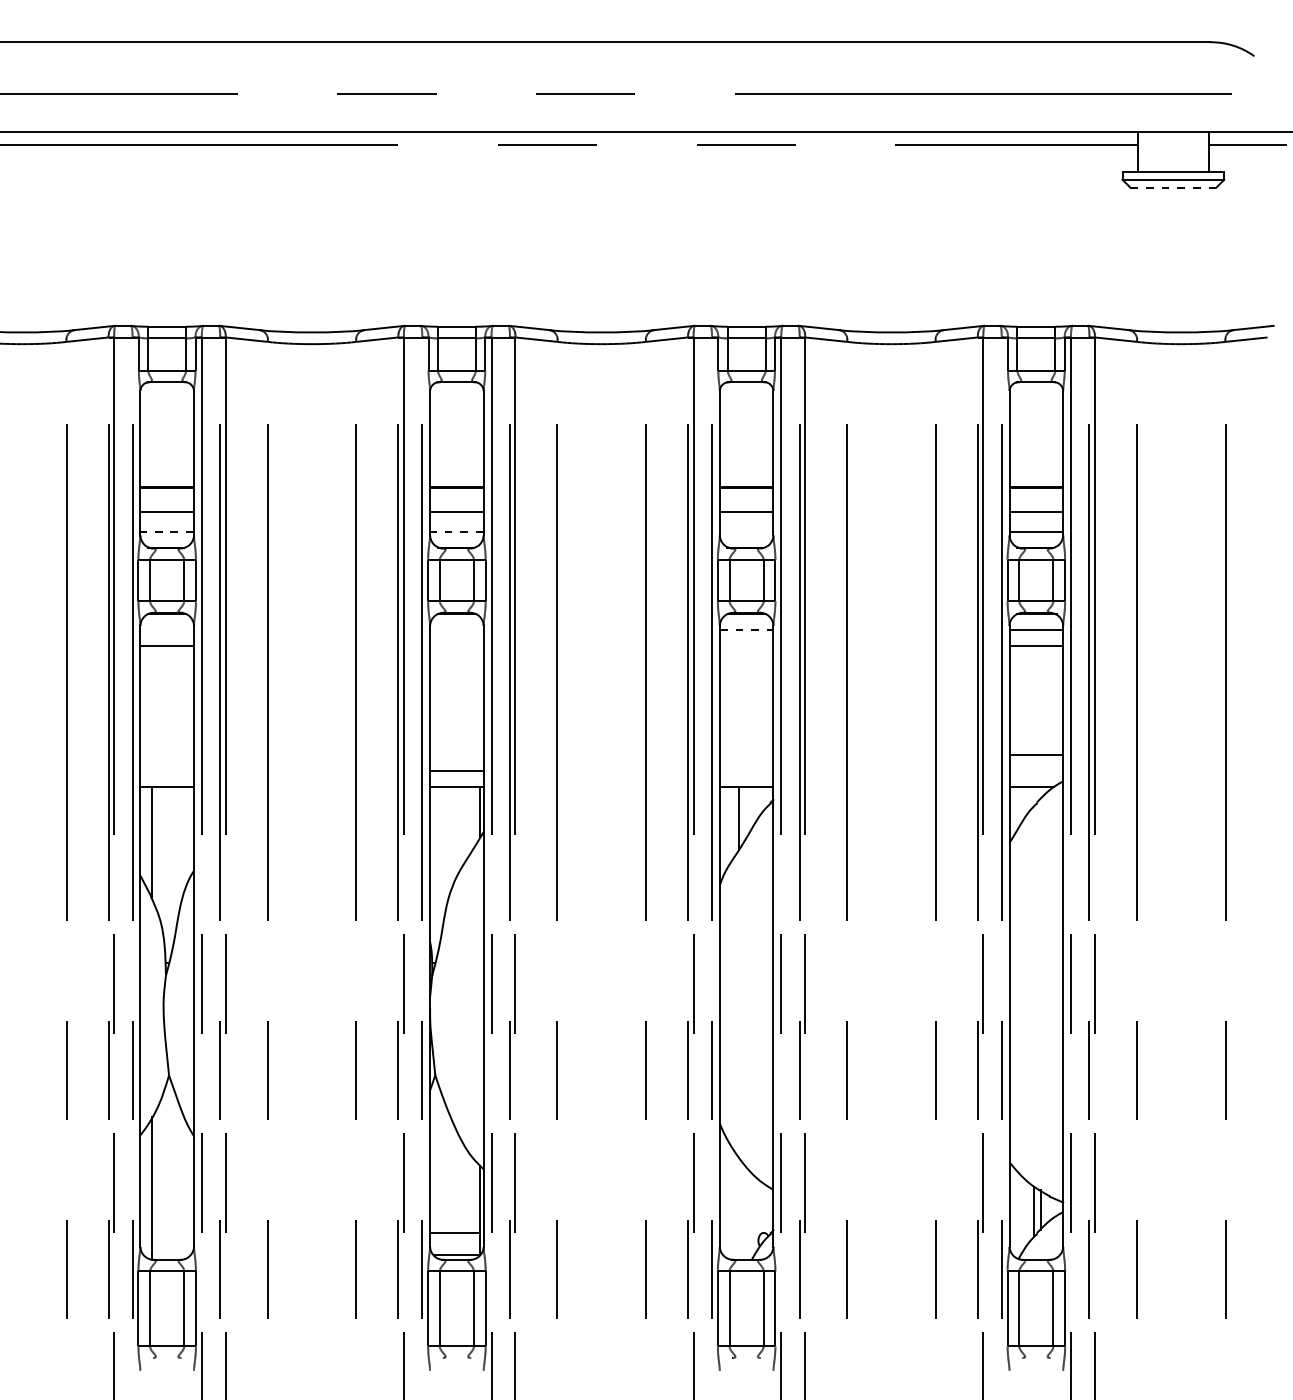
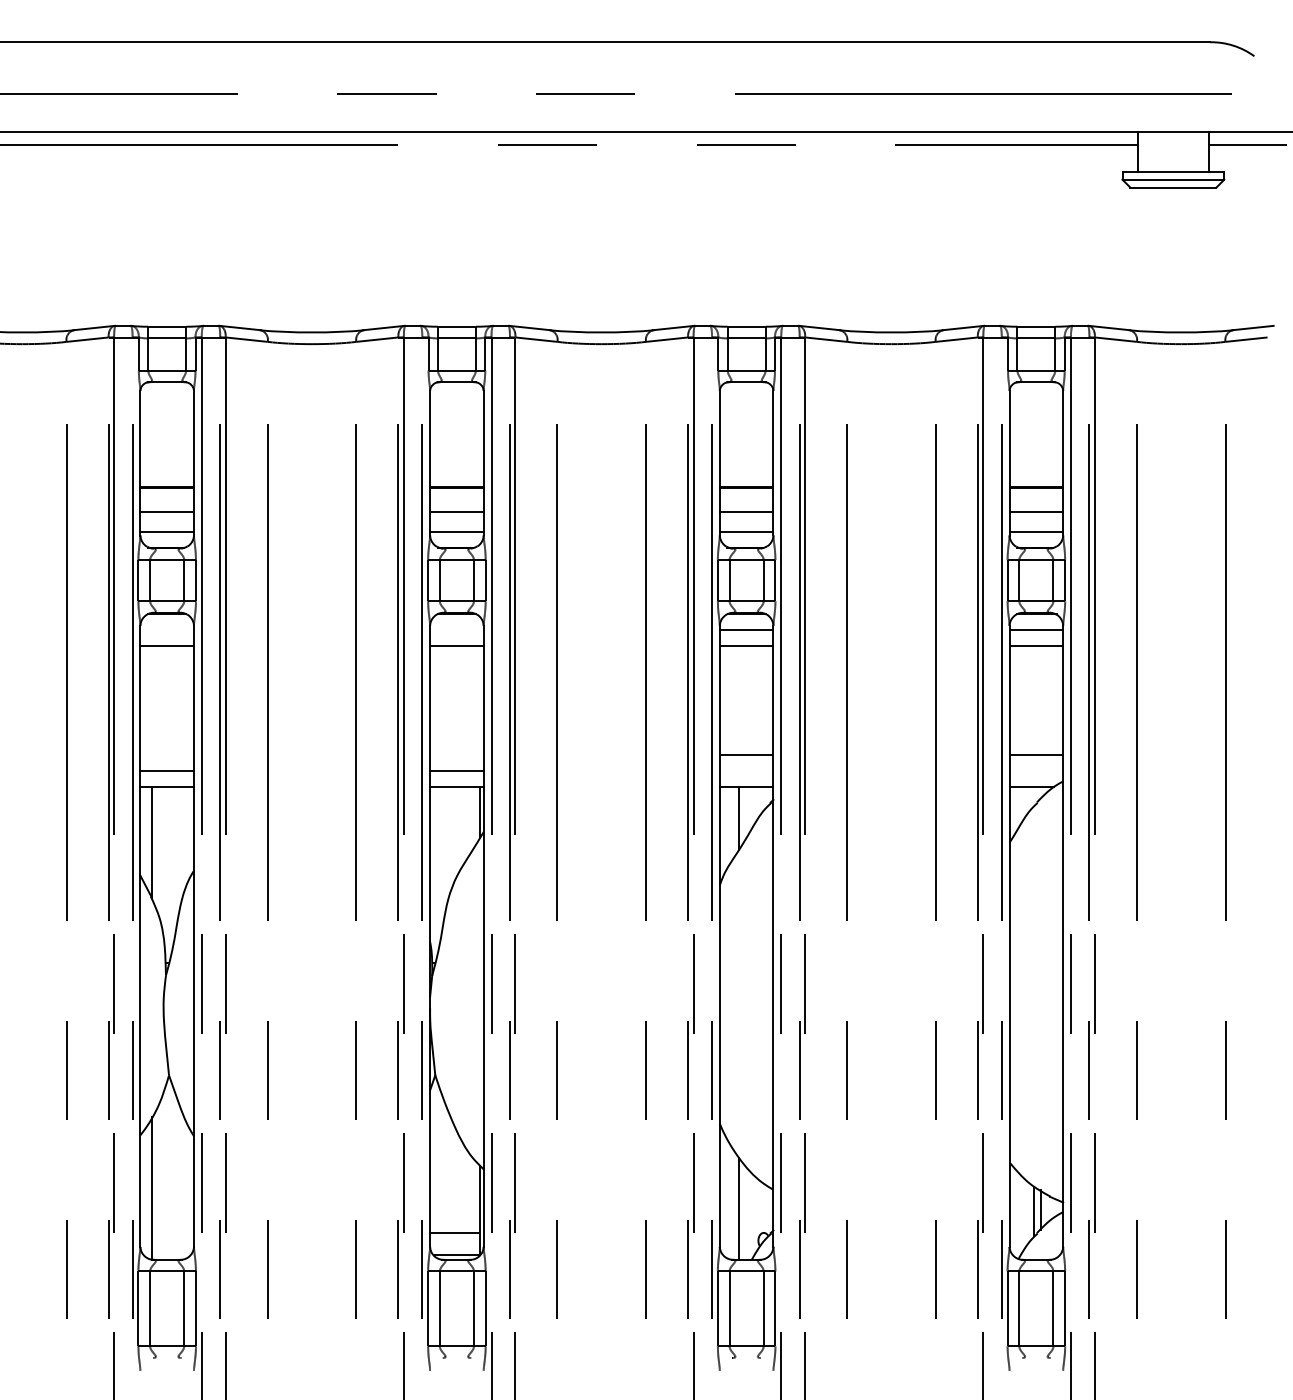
line at (1172, 187): dashed -> solid
line at (167, 532): dashed -> solid
line at (456, 532): dashed -> solid
line at (746, 532): none -> present
line at (746, 629): dashed -> solid
line at (456, 645): none -> present
line at (746, 645): none -> present
line at (746, 755): none -> present
line at (166, 770): none -> present
line at (738, 1208): none -> present
